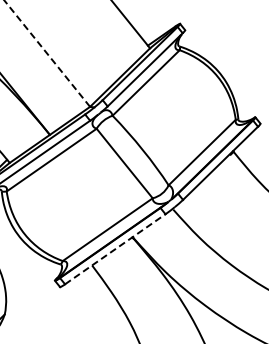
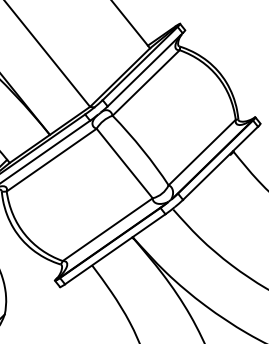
line at (46, 53): dashed -> solid
line at (115, 248): dashed -> solid
